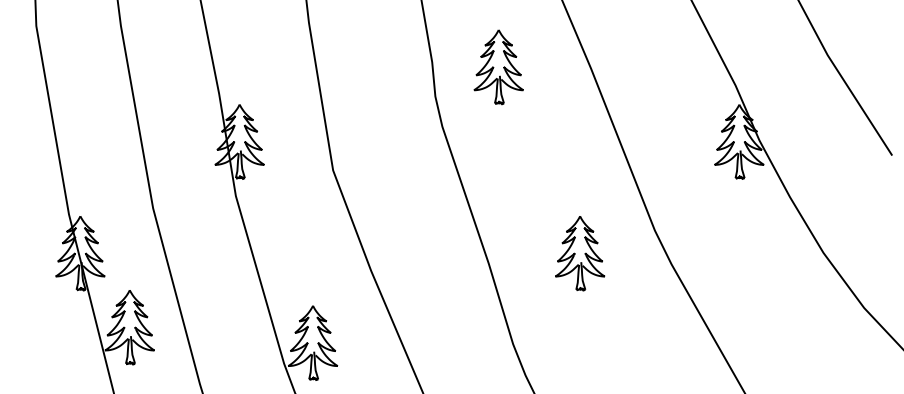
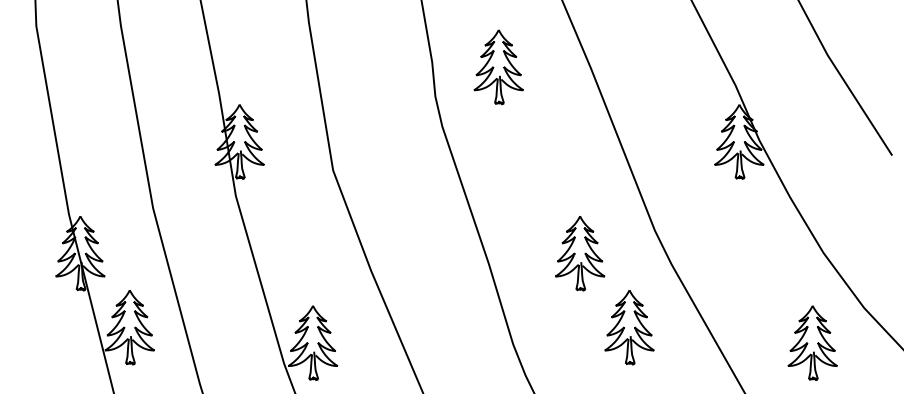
part at (629, 327): none -> present
part at (812, 342): none -> present
